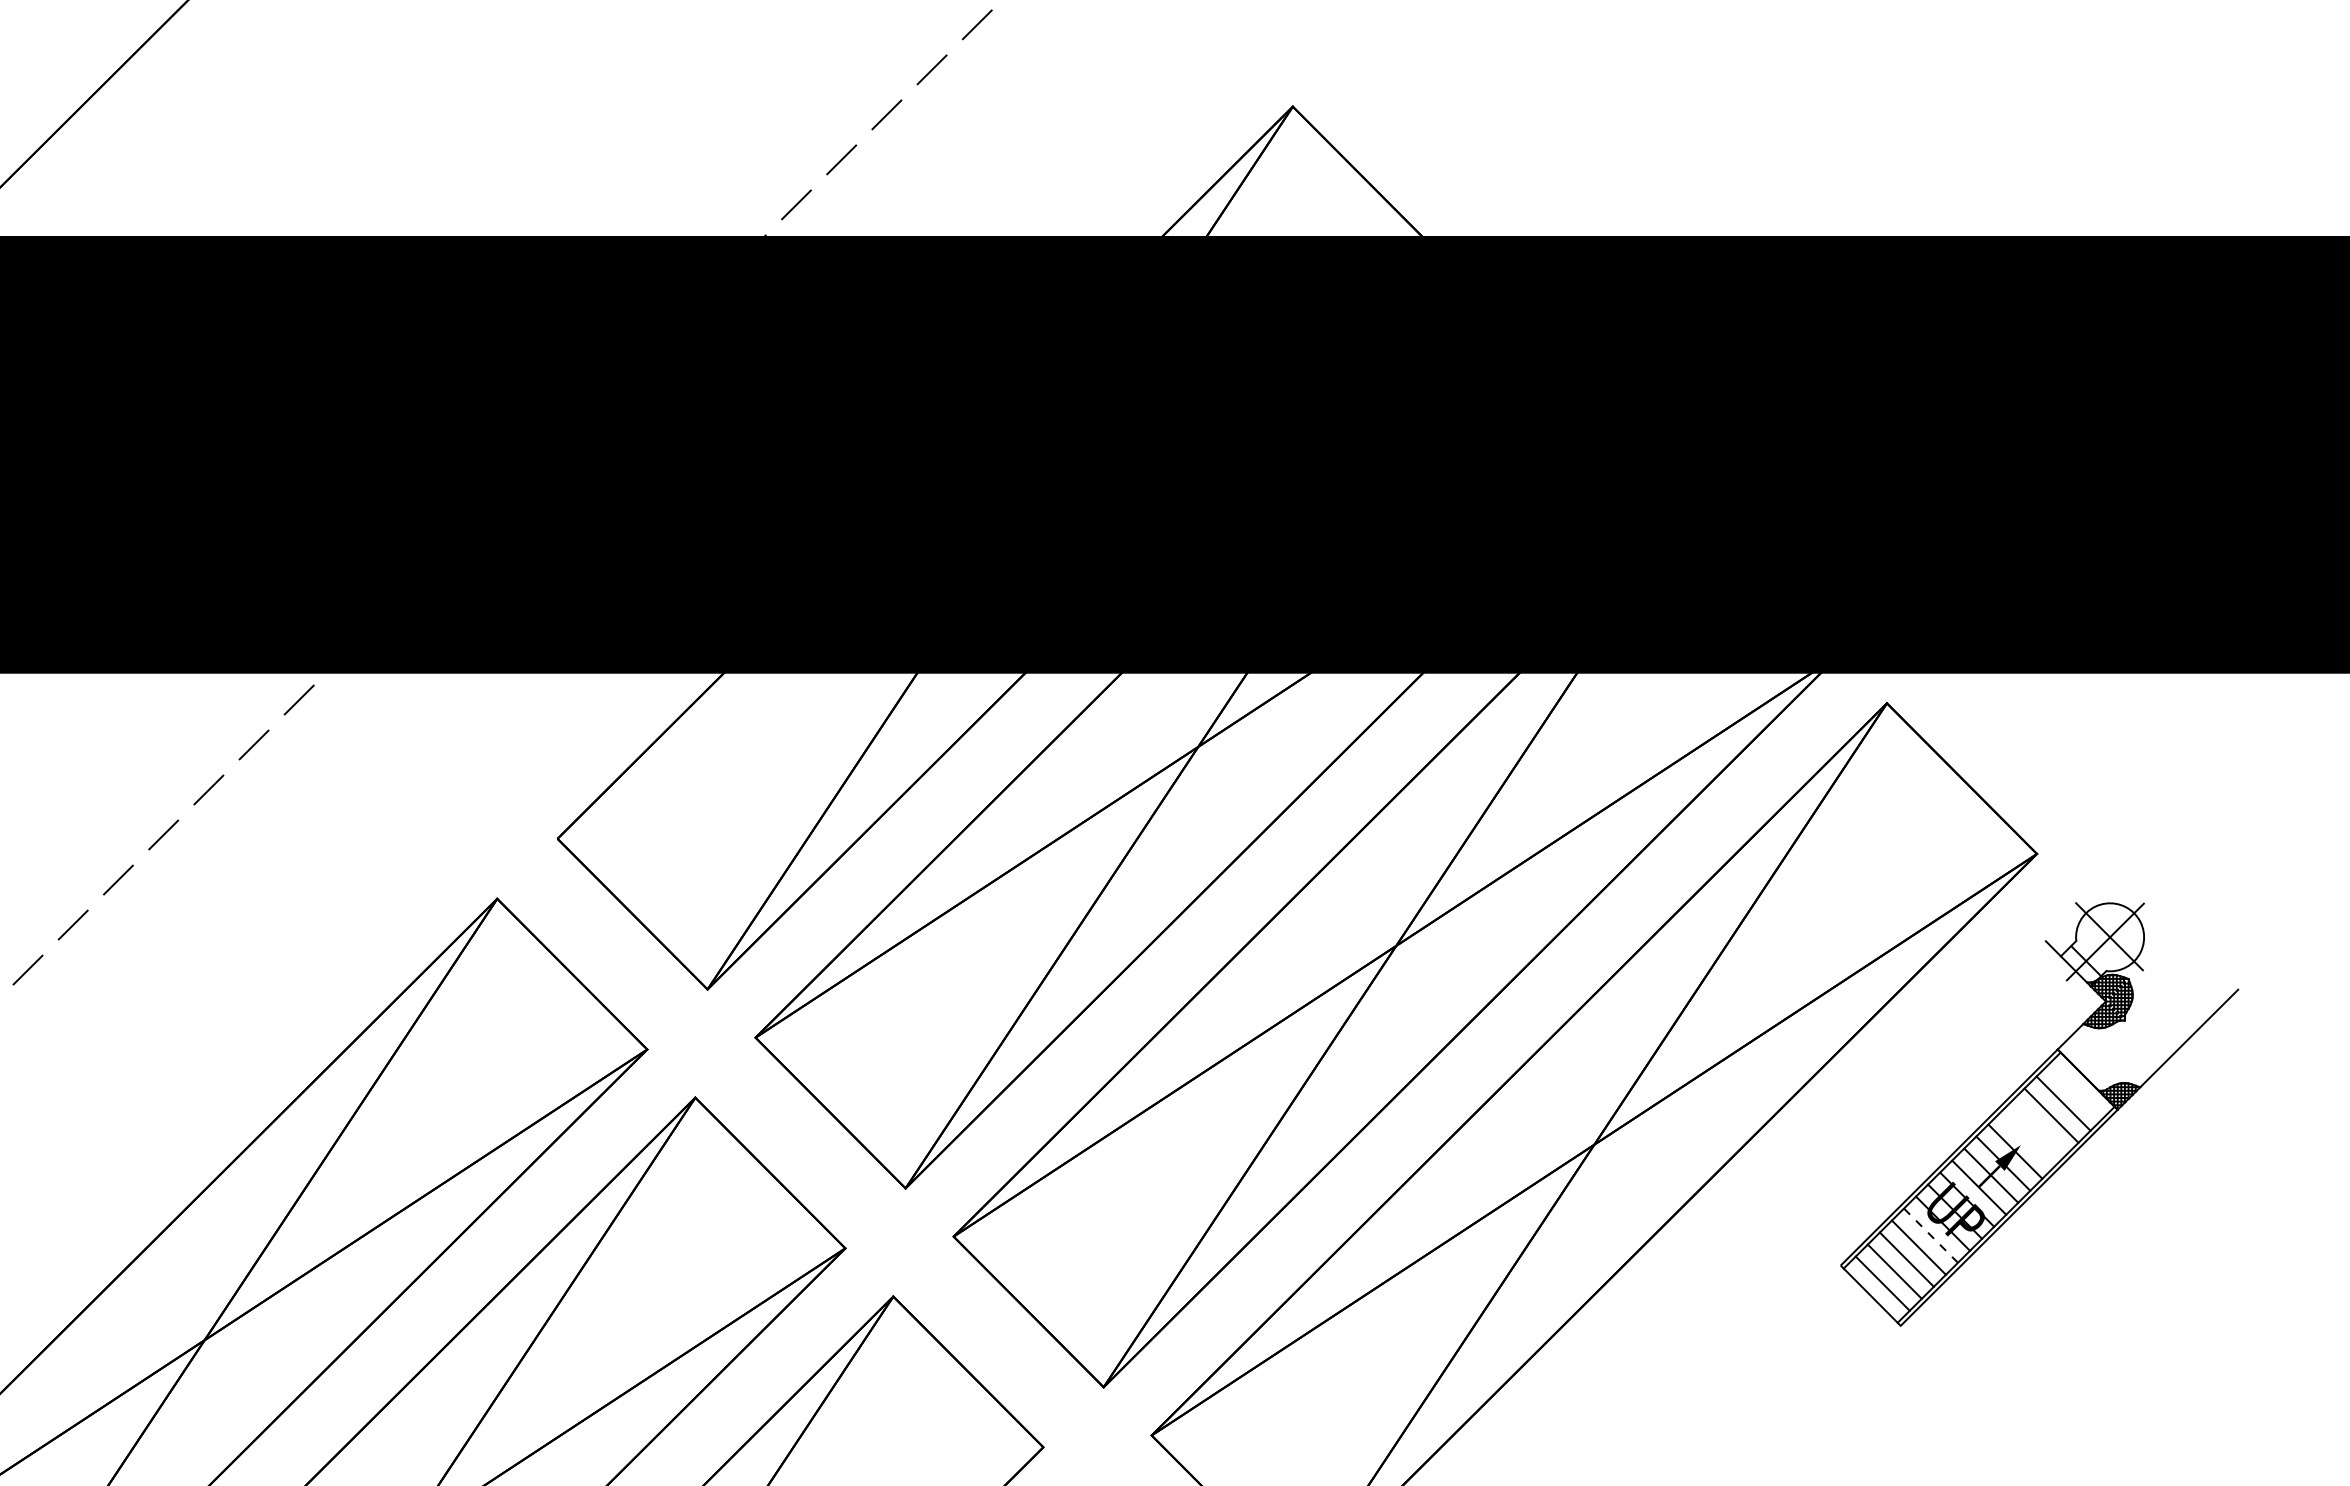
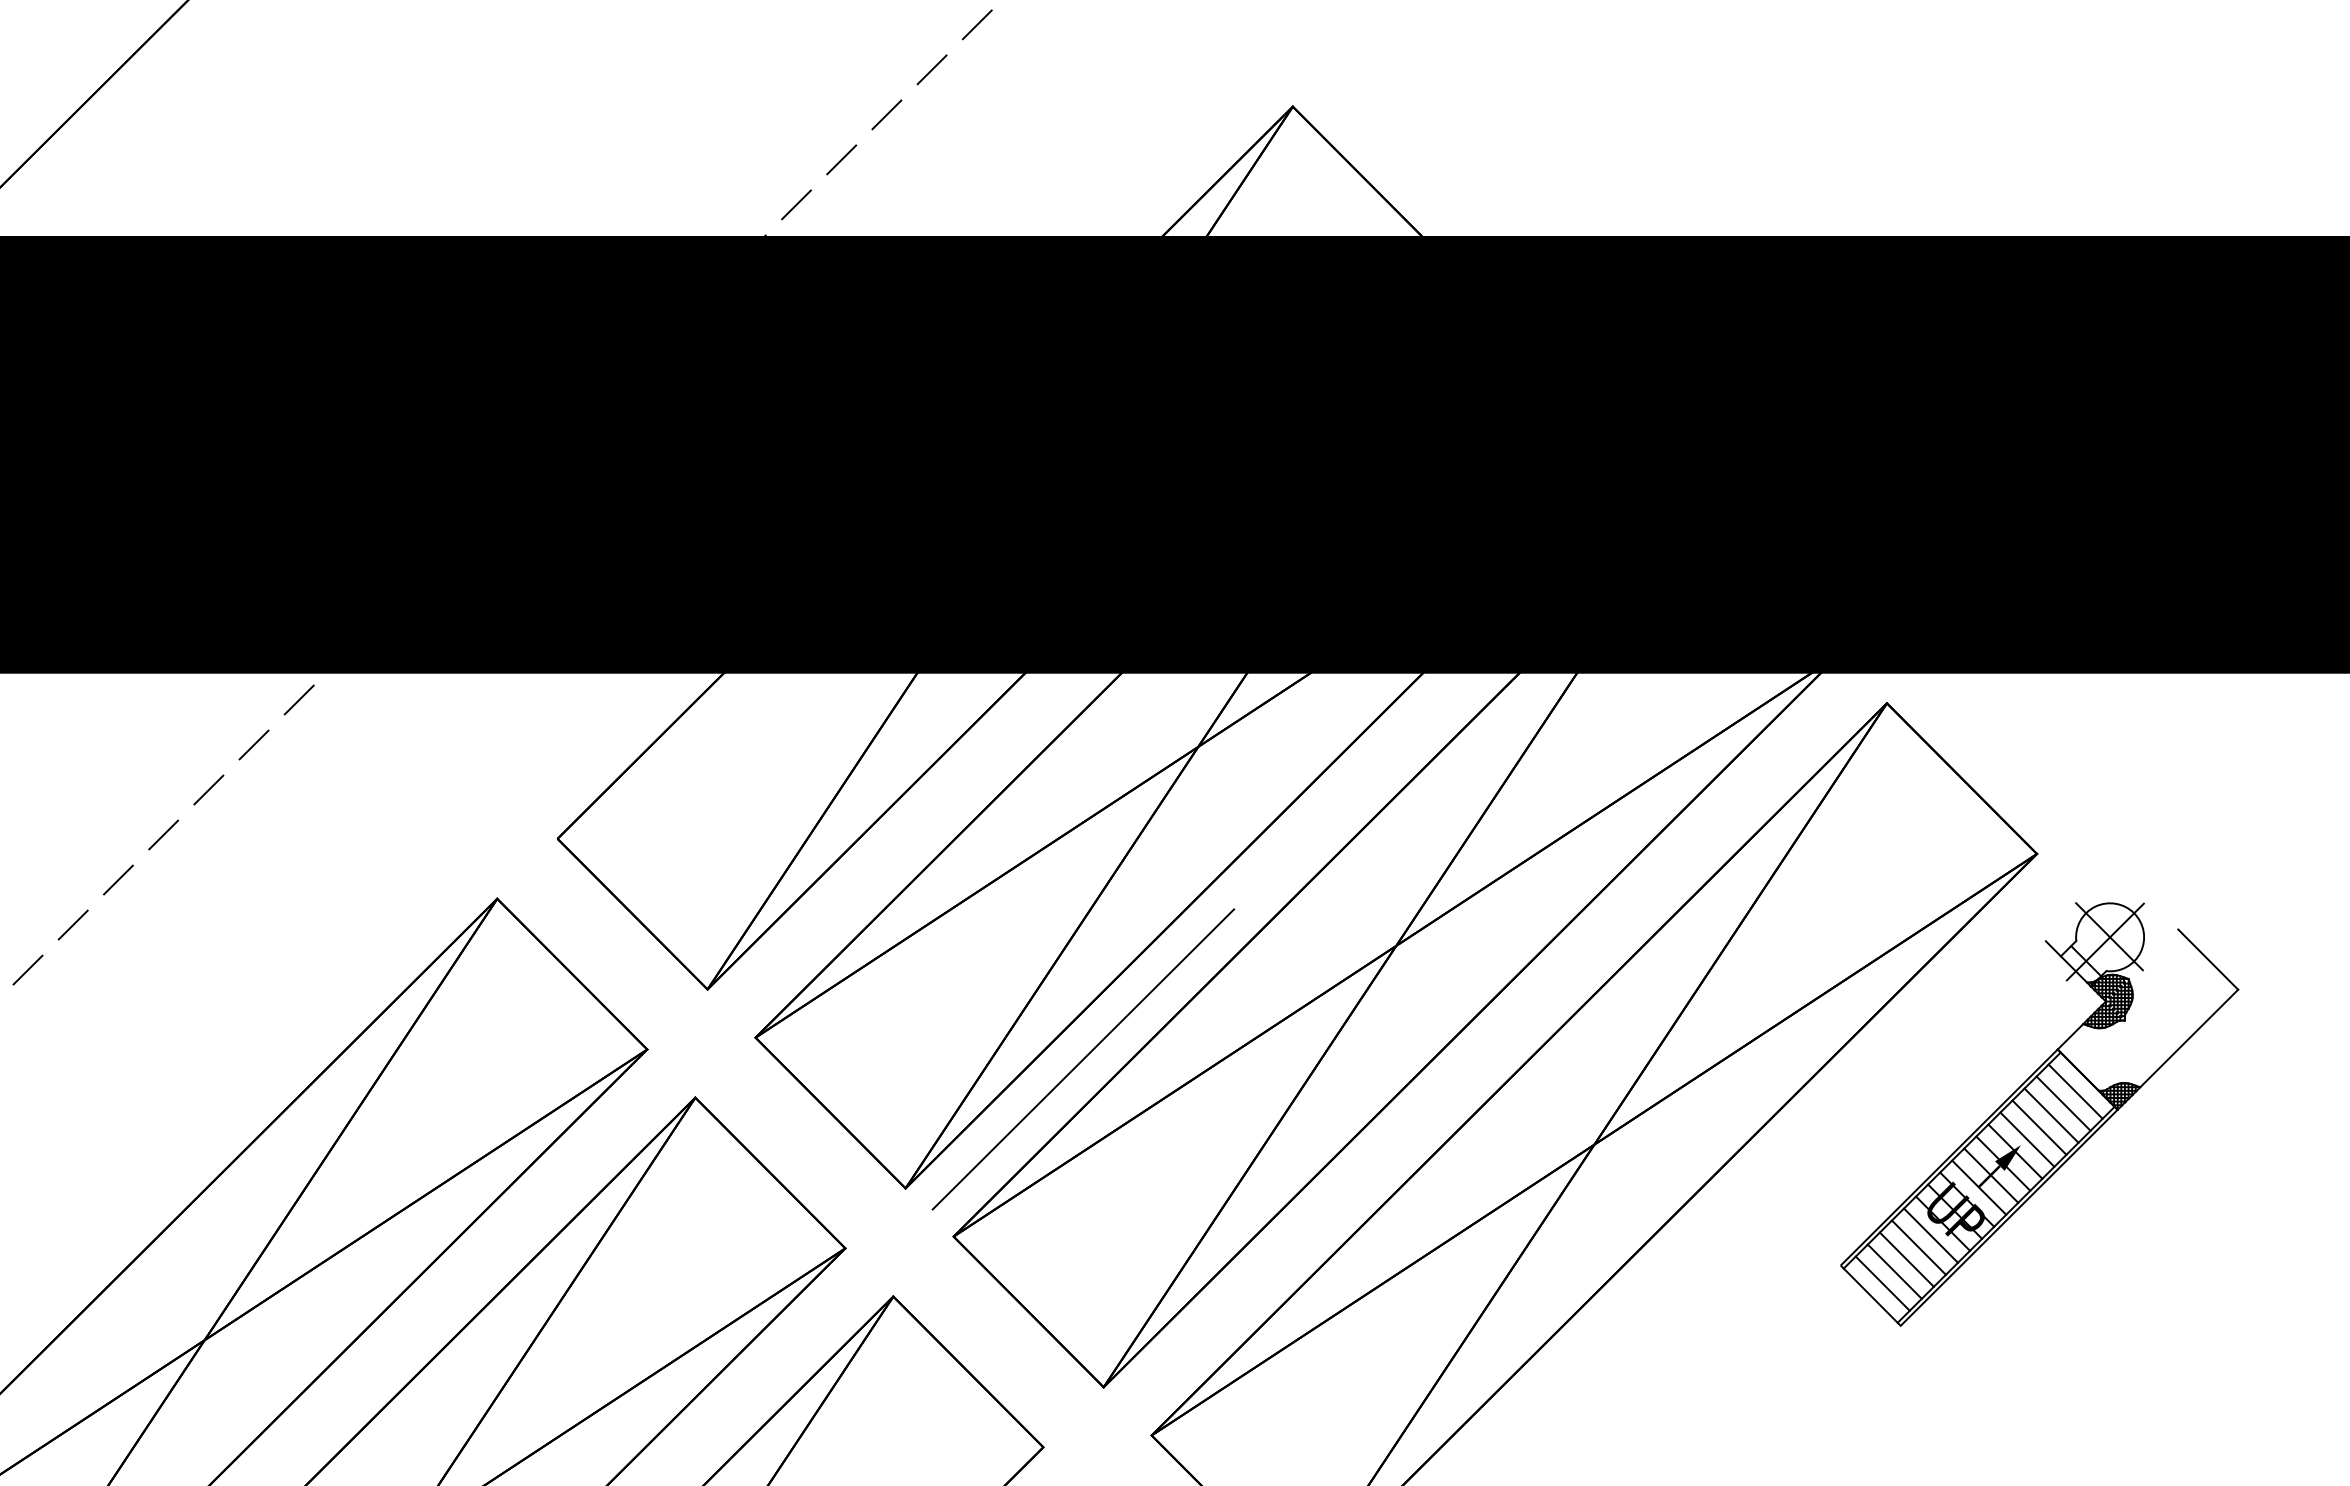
line at (2208, 959): none -> present
line at (1083, 1059): none -> present
line at (2075, 1091): none -> present
line at (2039, 1127): none -> present
line at (2027, 1139): none -> present
line at (1931, 1236): dashed -> solid
